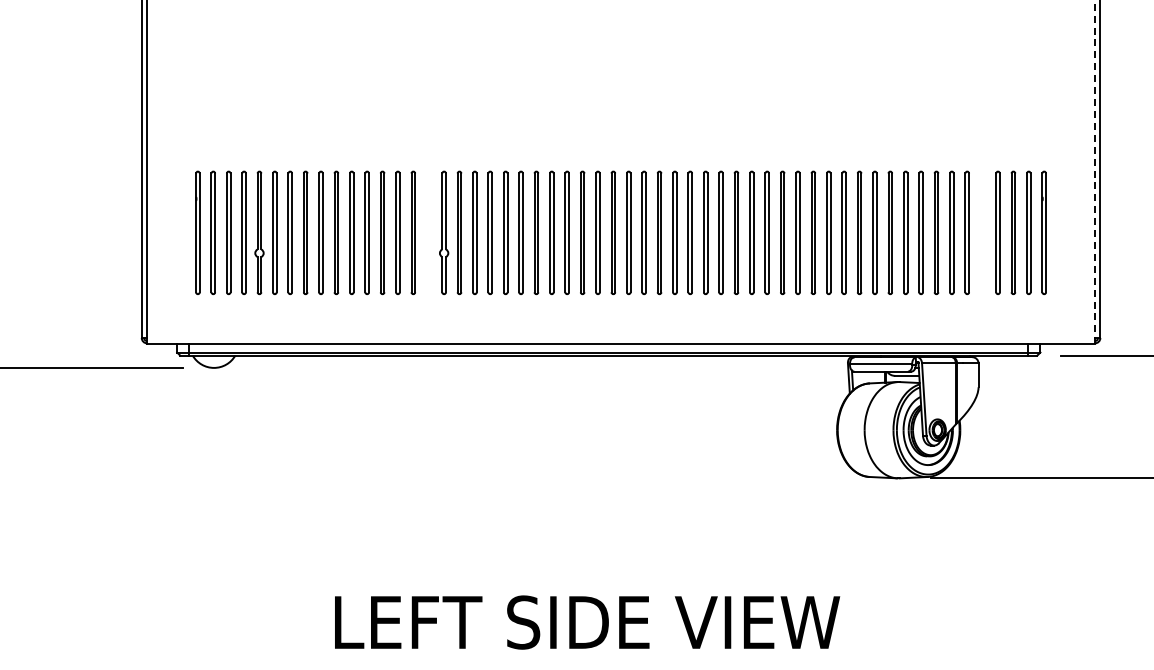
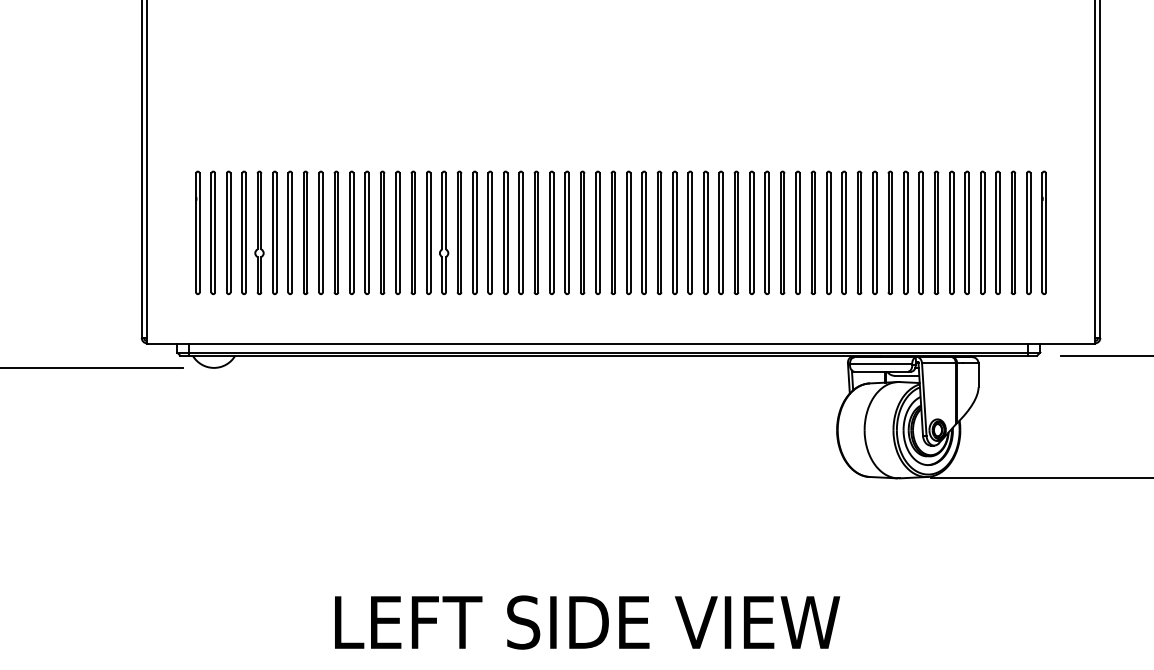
line at (1095, 172): dashed -> solid
part at (428, 232): none -> present
part at (982, 232): none -> present
